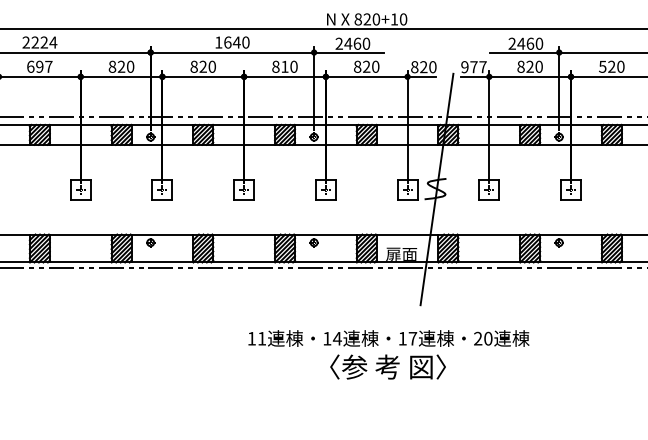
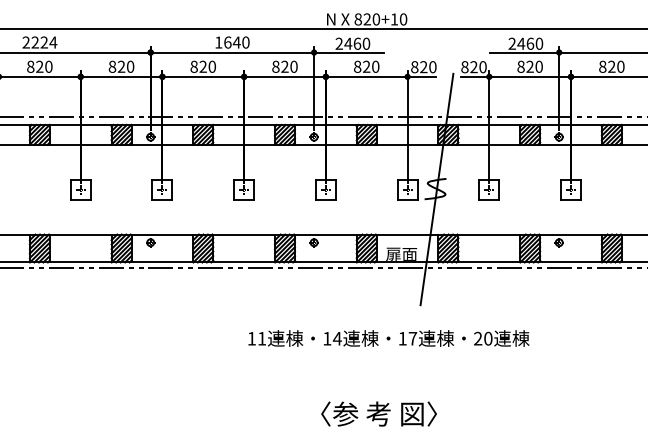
text at (39, 66): 697 -> 820
text at (284, 66): 810 -> 820
text at (602, 66): 520 -> 820
text at (473, 67): 977 -> 820
text at (387, 366) position: (387, 366) -> (378, 413)
